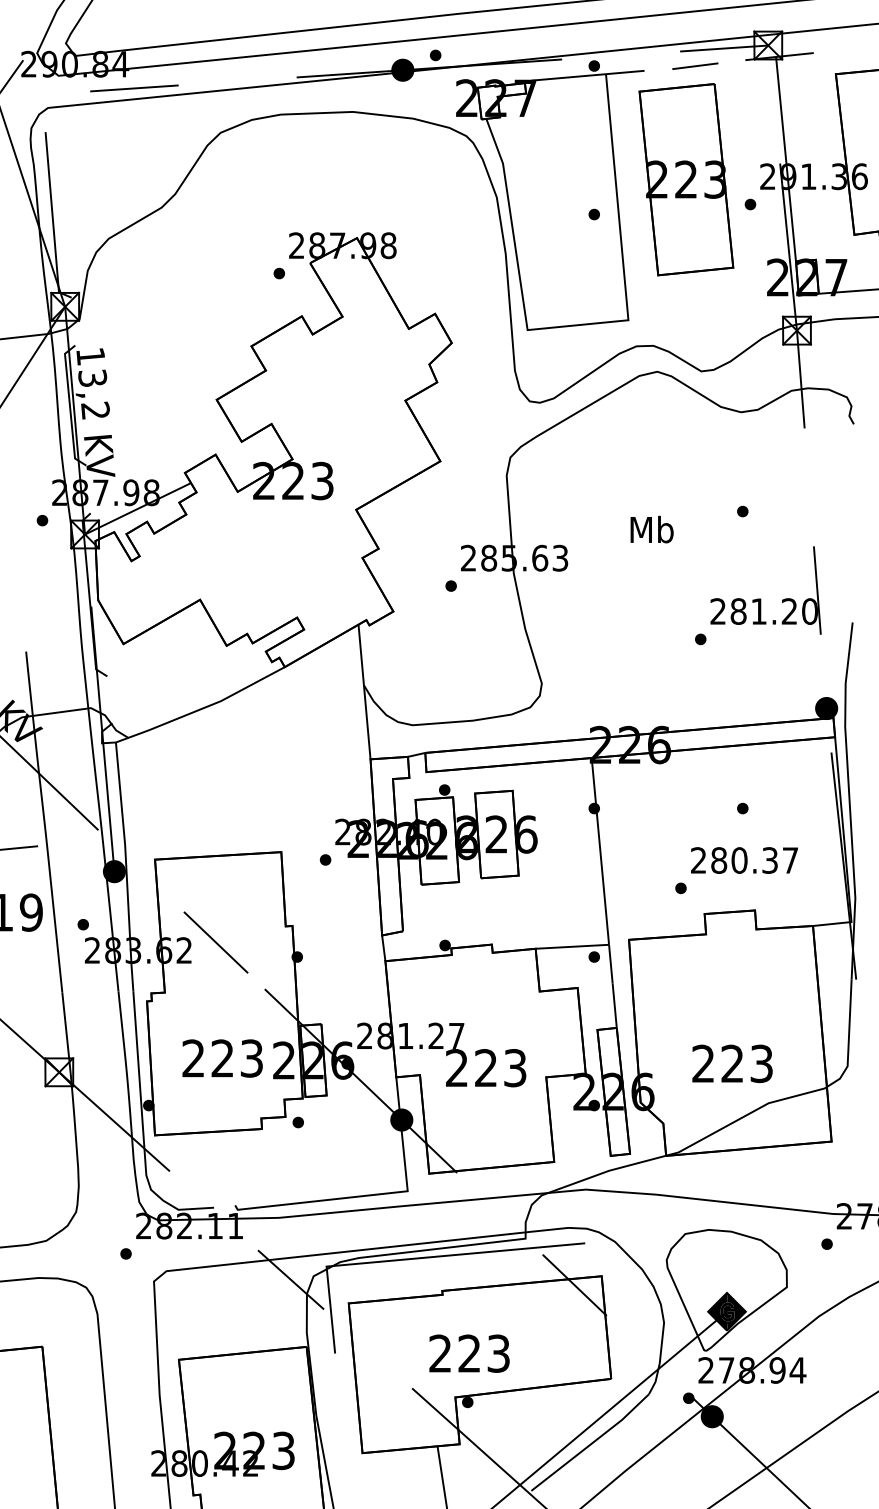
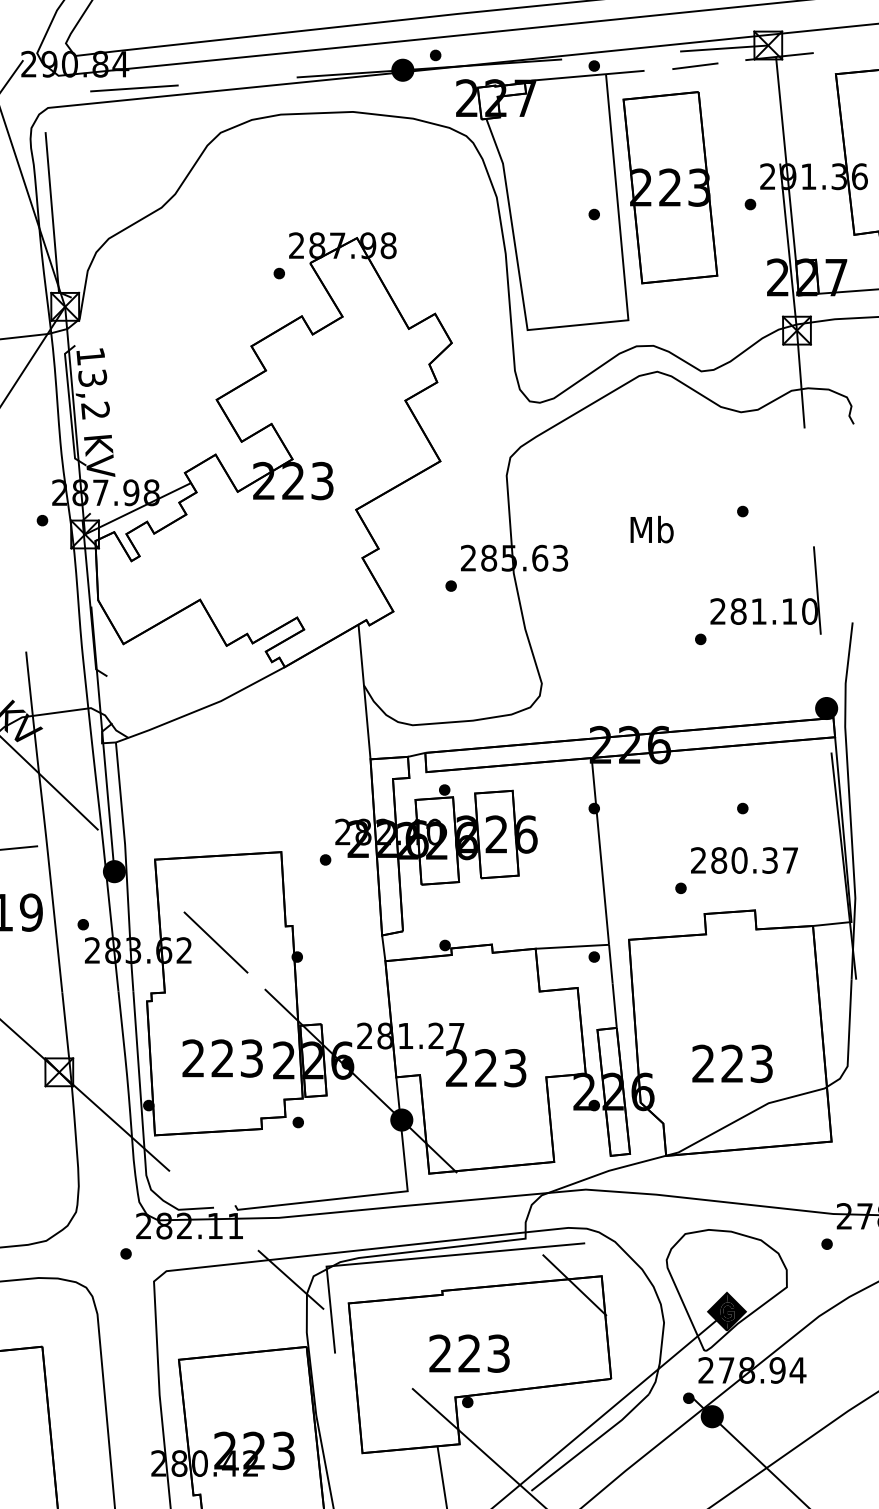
part at (686, 179) position: (686, 179) -> (670, 187)
text at (788, 611): 281.20 -> 281.10
